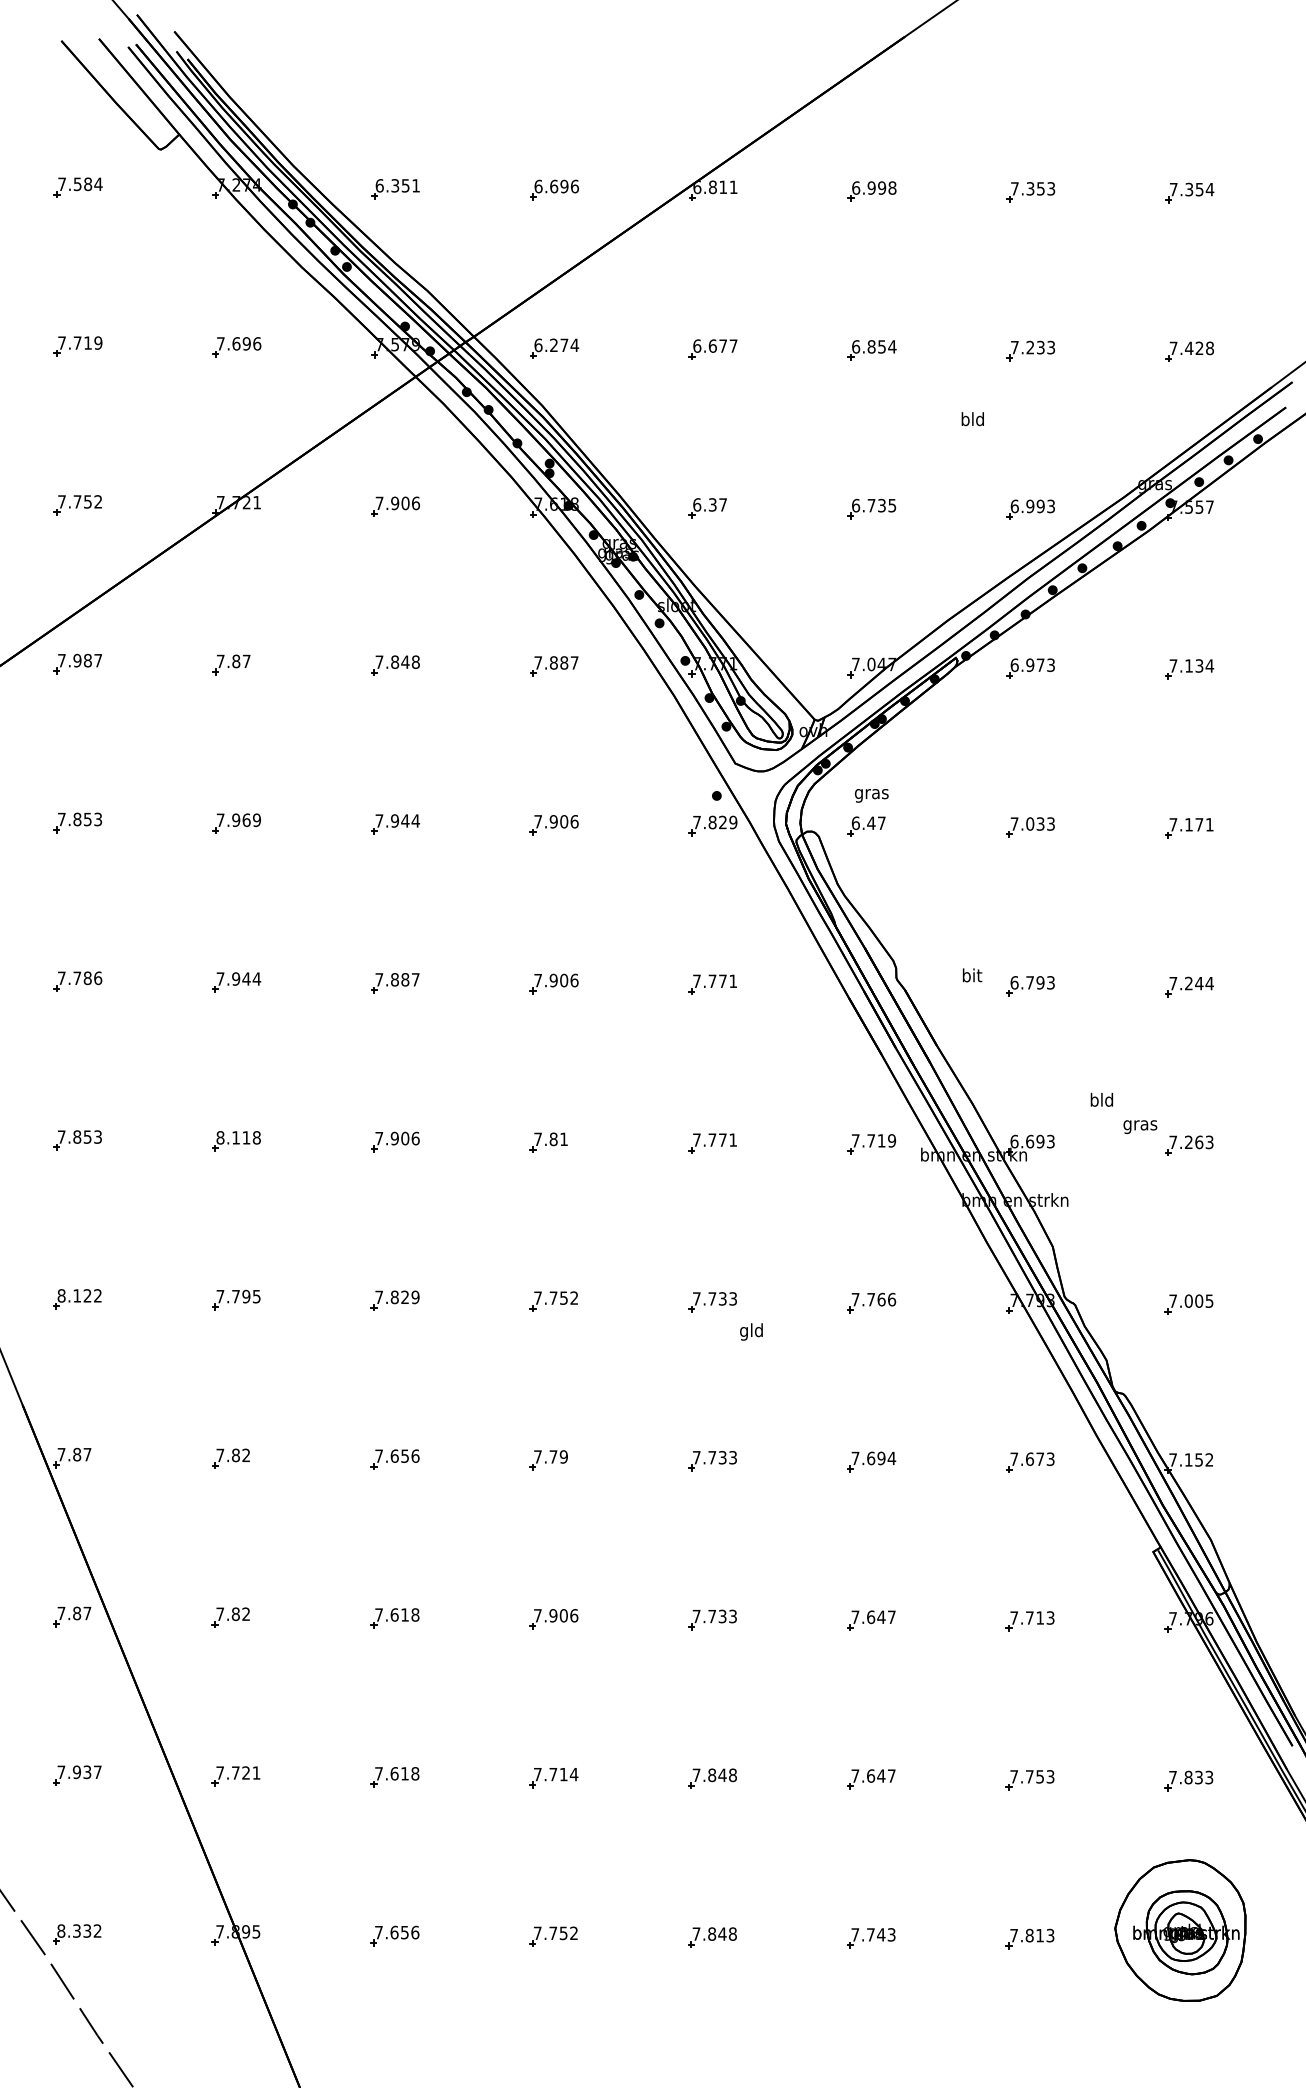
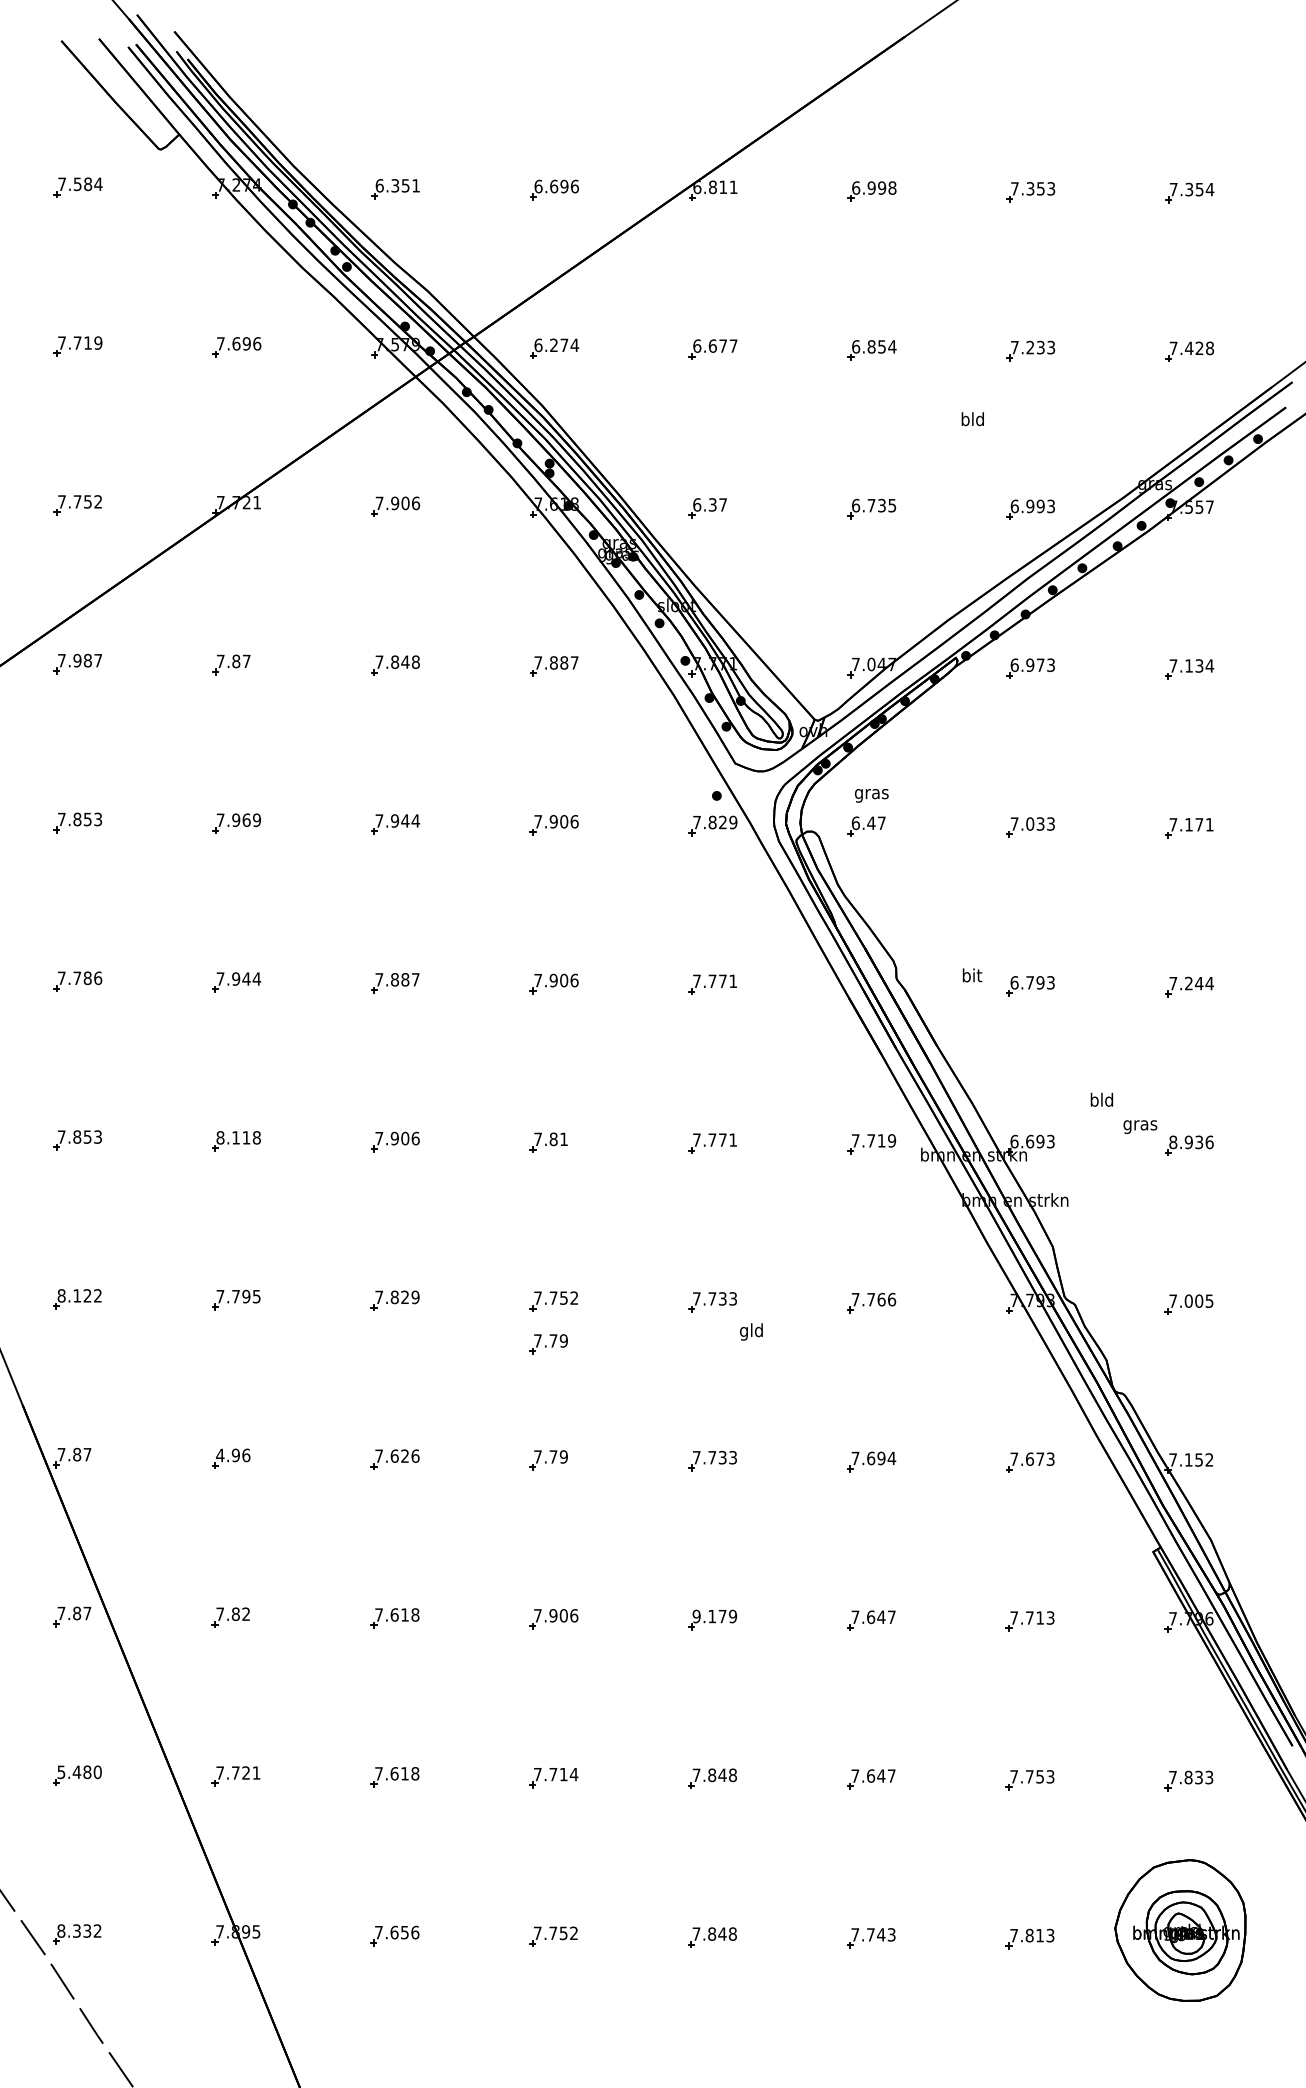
text at (1191, 1142): 7.263 -> 8.936
part at (548, 1344): none -> present
text at (233, 1455): 7.82 -> 4.96
text at (404, 1455): 7.656 -> 7.626
text at (714, 1616): 7.733 -> 9.179
text at (79, 1772): 7.937 -> 5.480
